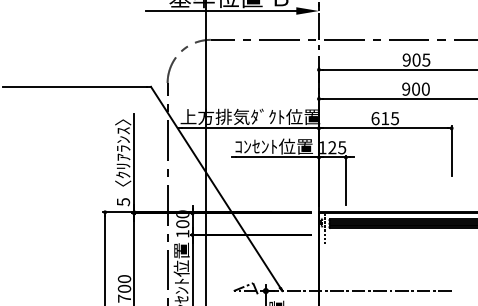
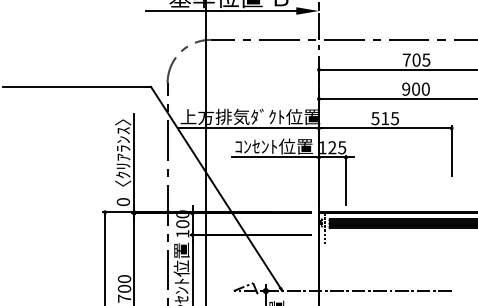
text at (406, 59): 905 -> 705
text at (375, 118): 615 -> 515
text at (122, 202): 5 -> 0
